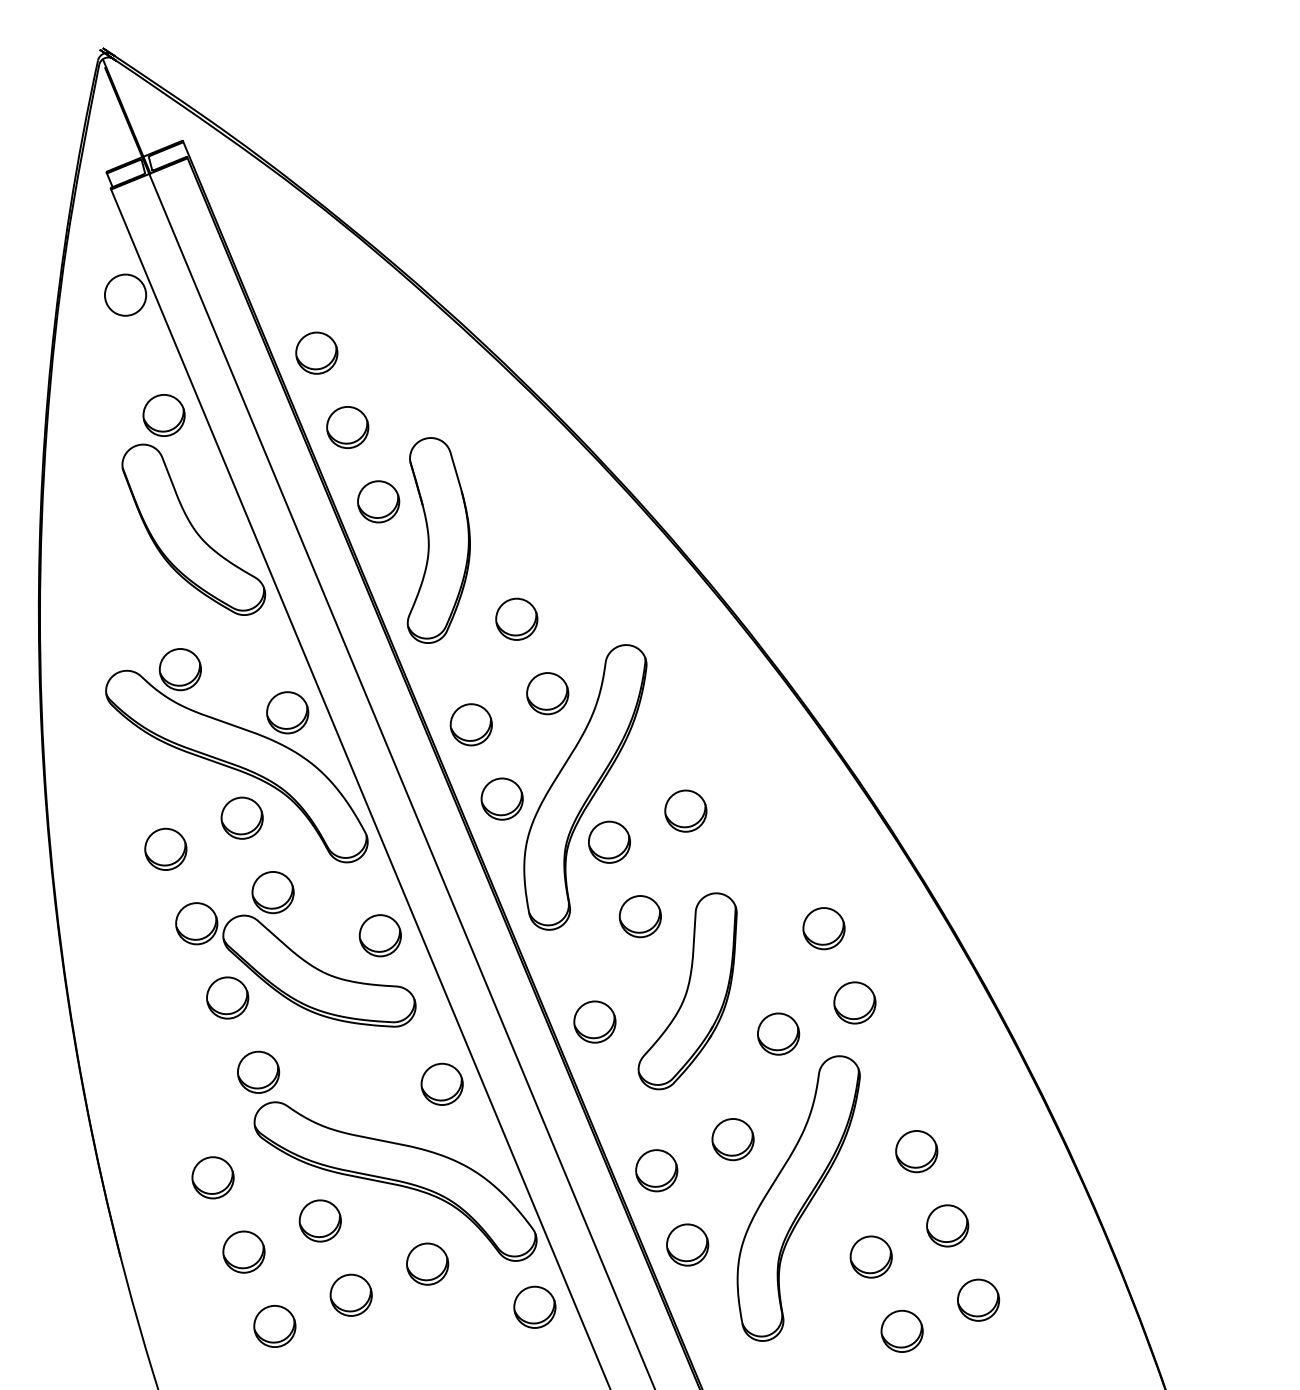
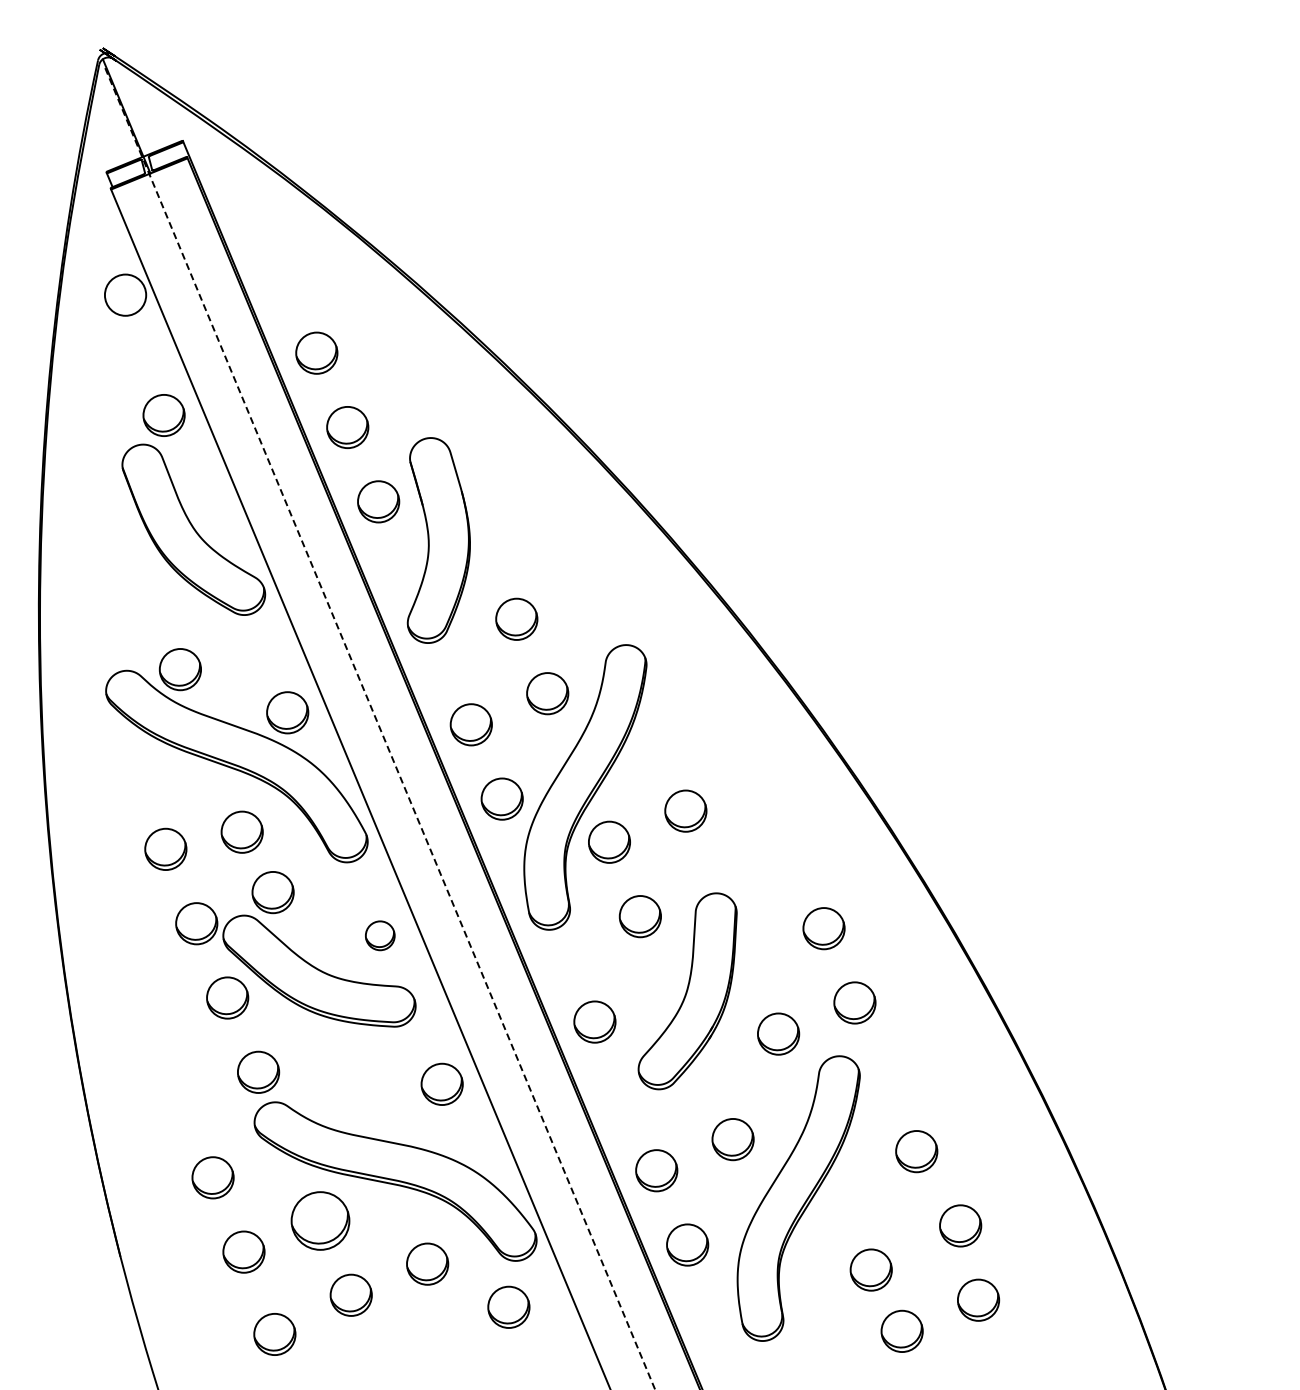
line at (380, 729): solid -> dashed
part at (241, 817) position: (241, 817) -> (241, 831)
part at (379, 935) size: 44x44 px -> 31x32 px
part at (319, 1220) size: 44x44 px -> 61x60 px
part at (947, 1225) position: (947, 1225) -> (960, 1225)
part at (870, 1256) position: (870, 1256) -> (870, 1269)
part at (534, 1306) position: (534, 1306) -> (508, 1306)
part at (274, 1326) position: (274, 1326) -> (274, 1334)
